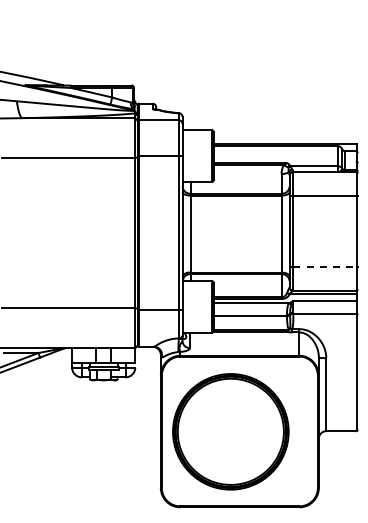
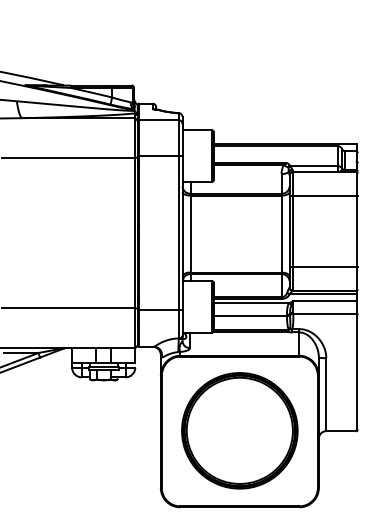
line at (325, 266): dashed -> solid
part at (230, 431) position: (230, 431) -> (239, 430)
